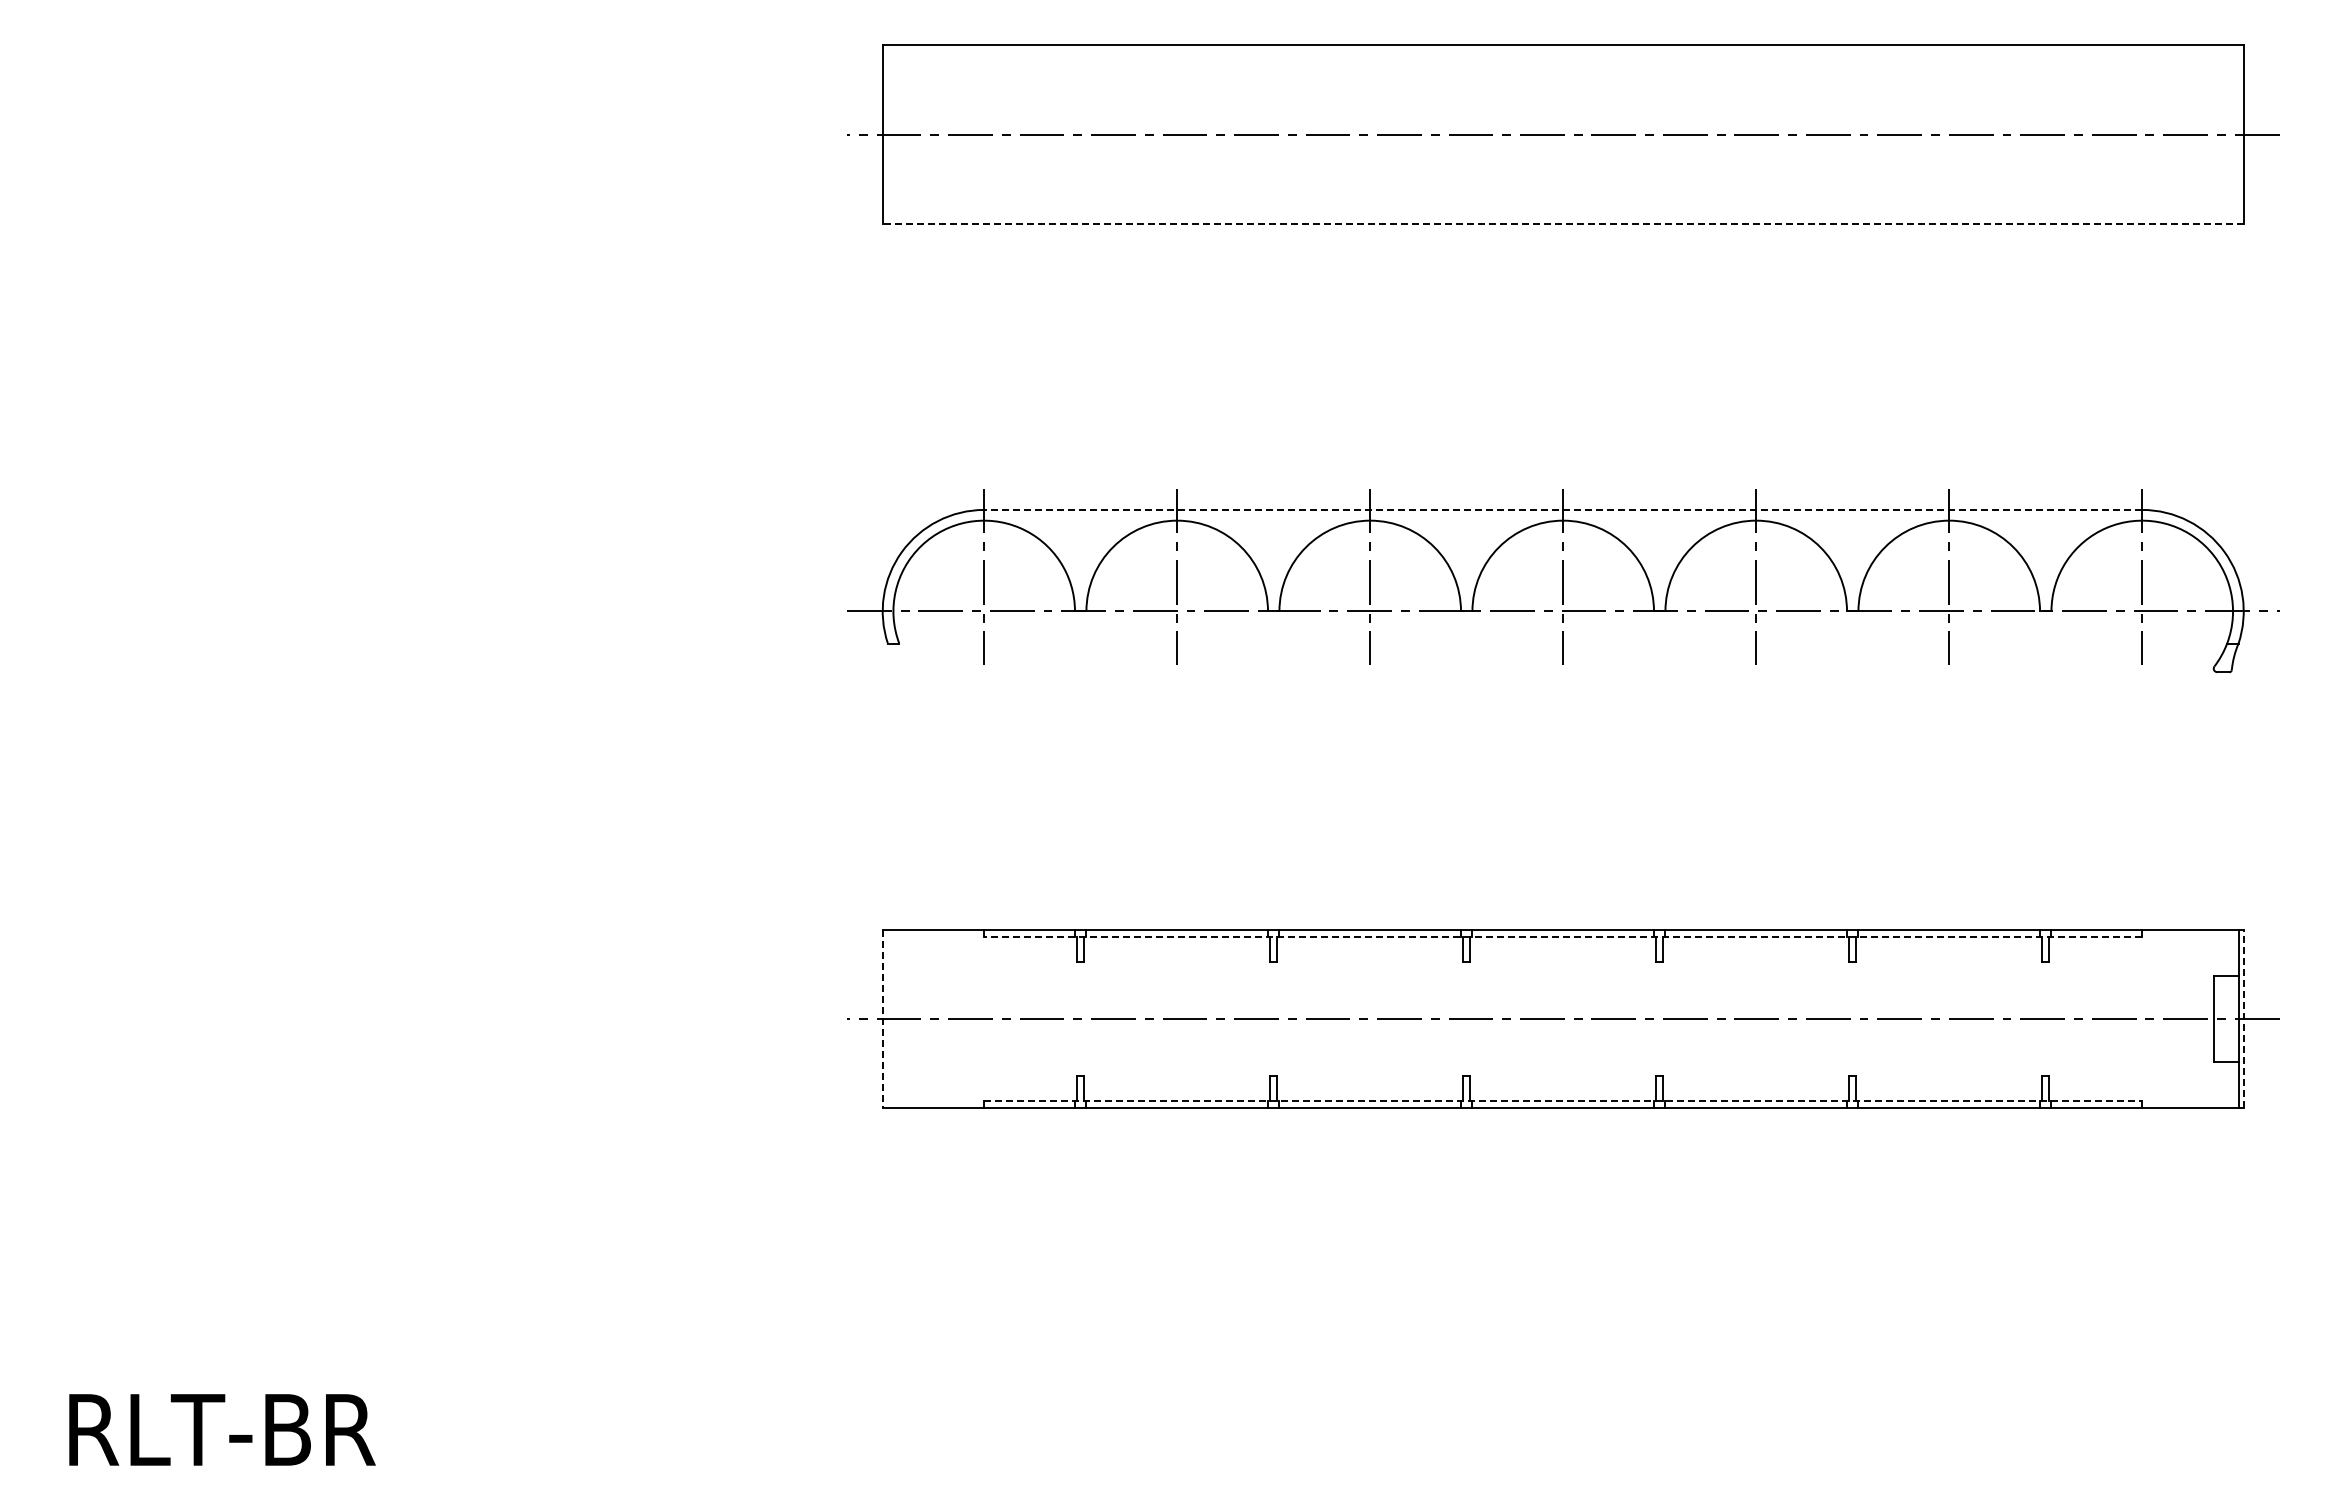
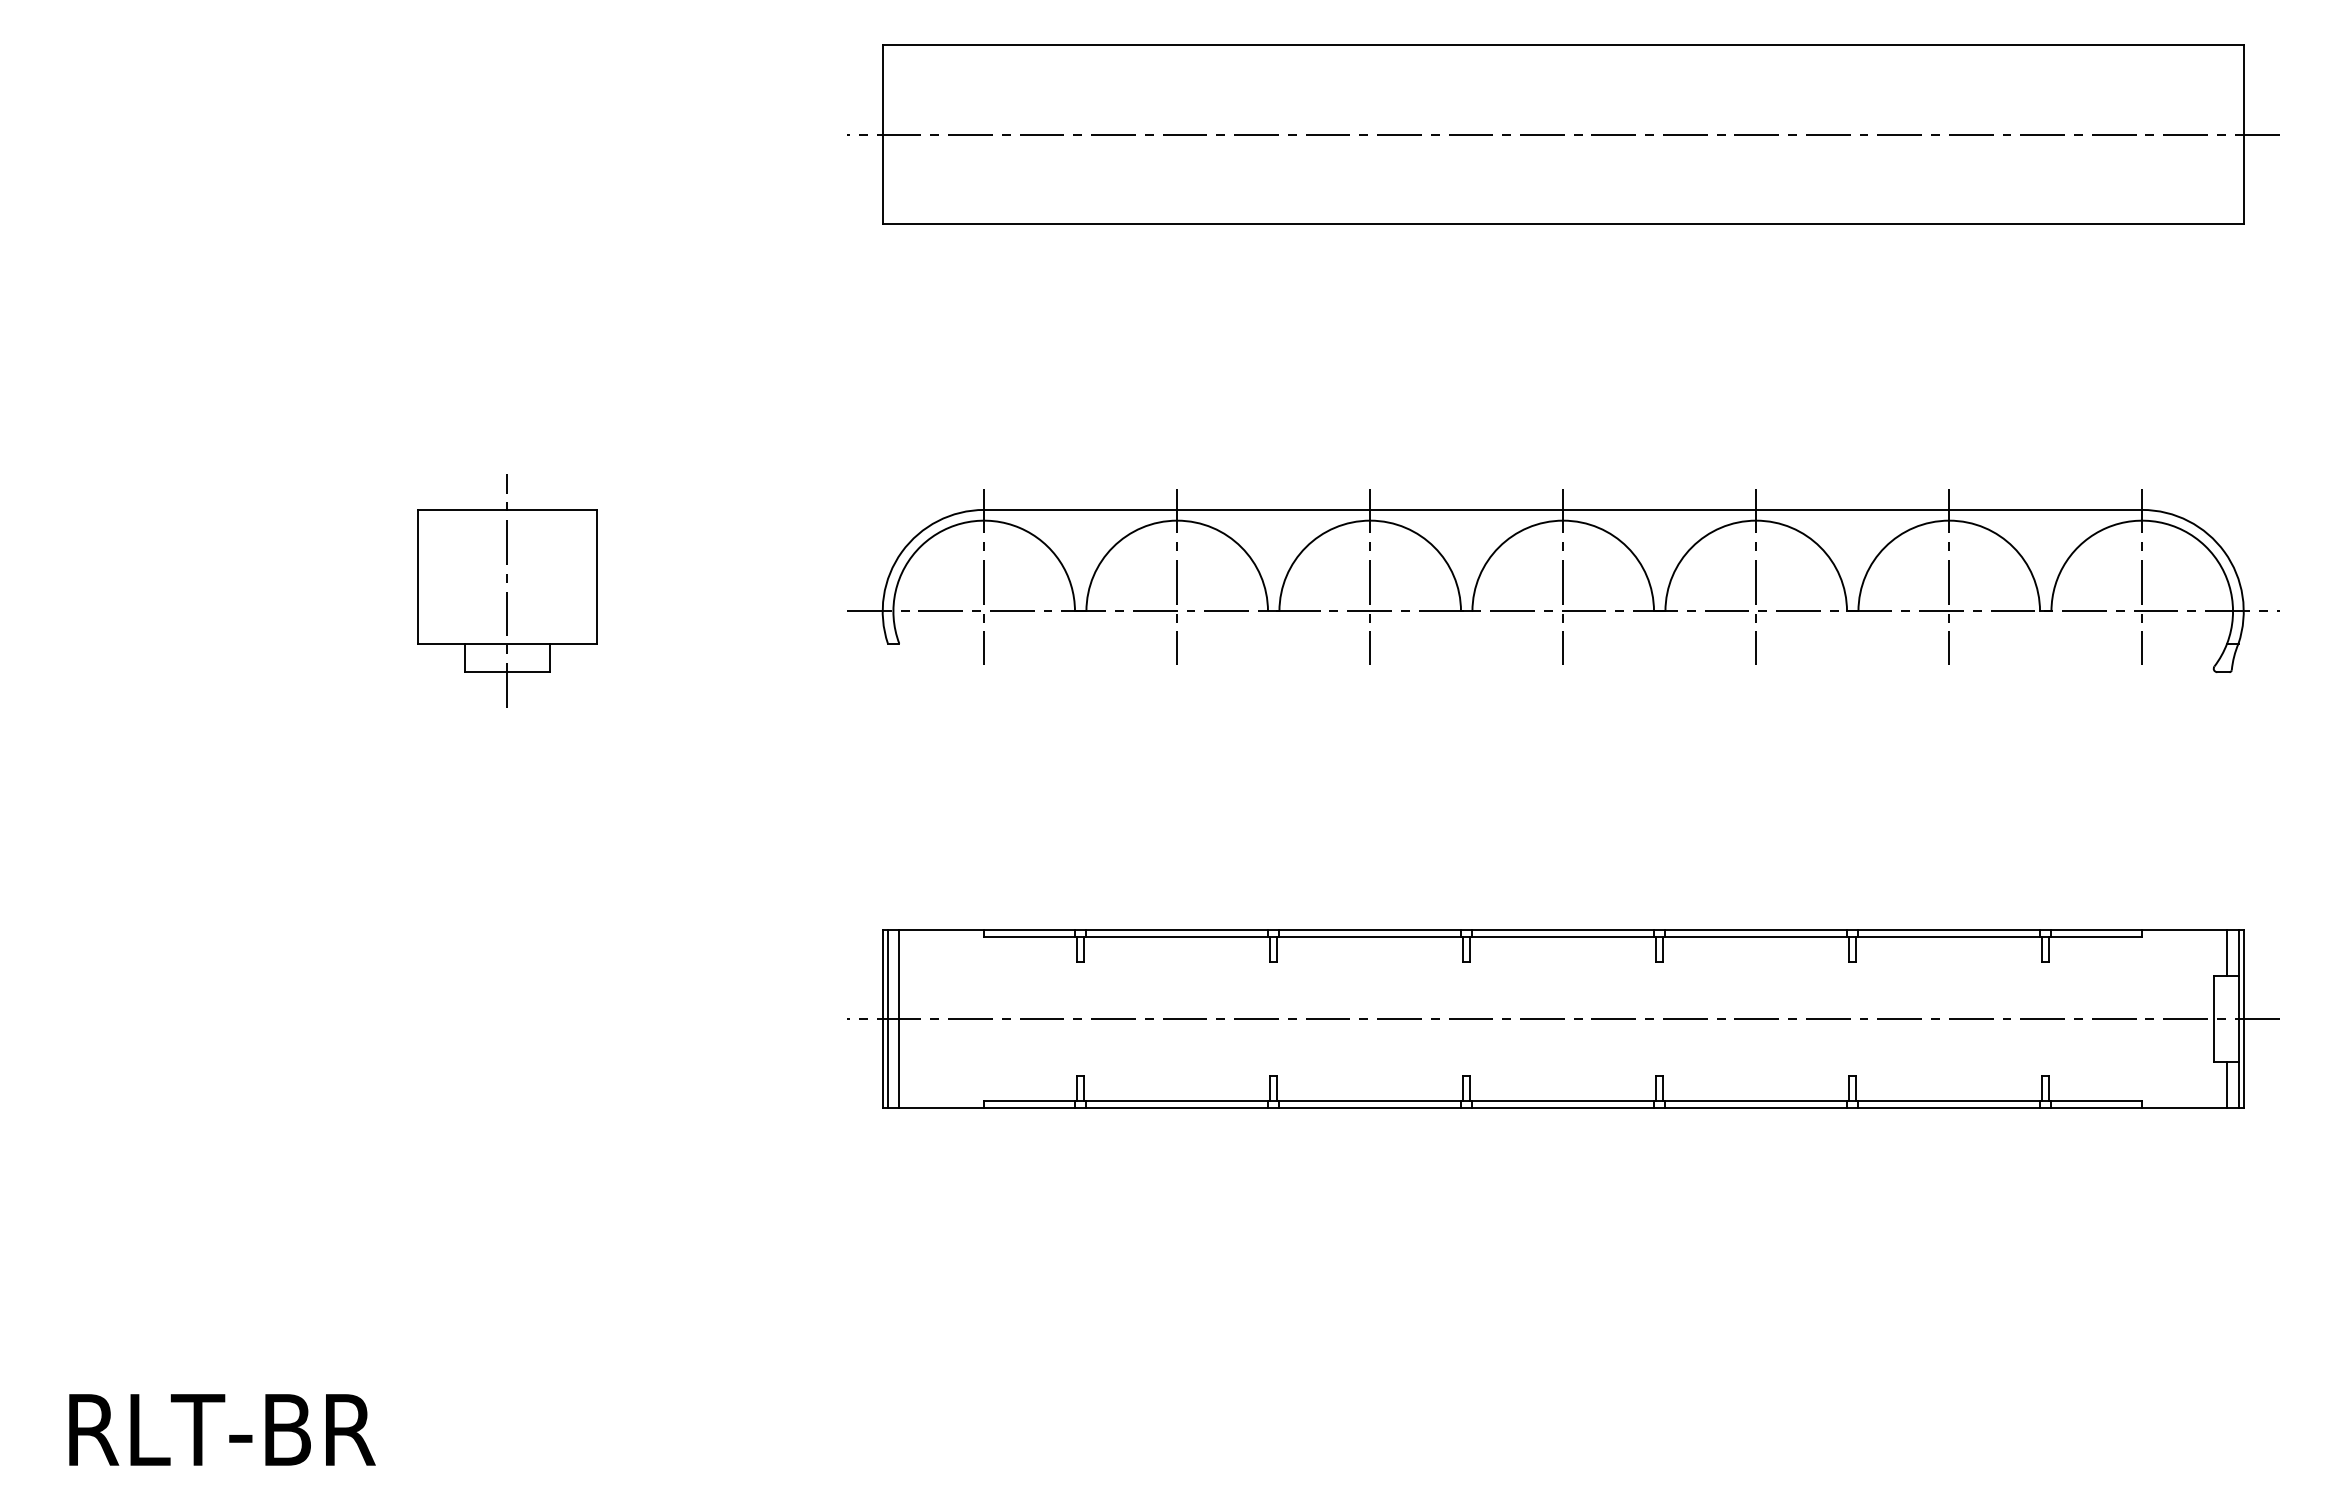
line at (1563, 224): dashed -> solid
line at (1562, 509): dashed -> solid
part at (507, 590): none -> present
line at (1562, 936): dashed -> solid
line at (2227, 952): none -> present
line at (887, 1018): none -> present
line at (899, 1018): none -> present
line at (2243, 1018): dashed -> solid
line at (882, 1019): dashed -> solid
line at (2227, 1084): none -> present
line at (1563, 1101): dashed -> solid
